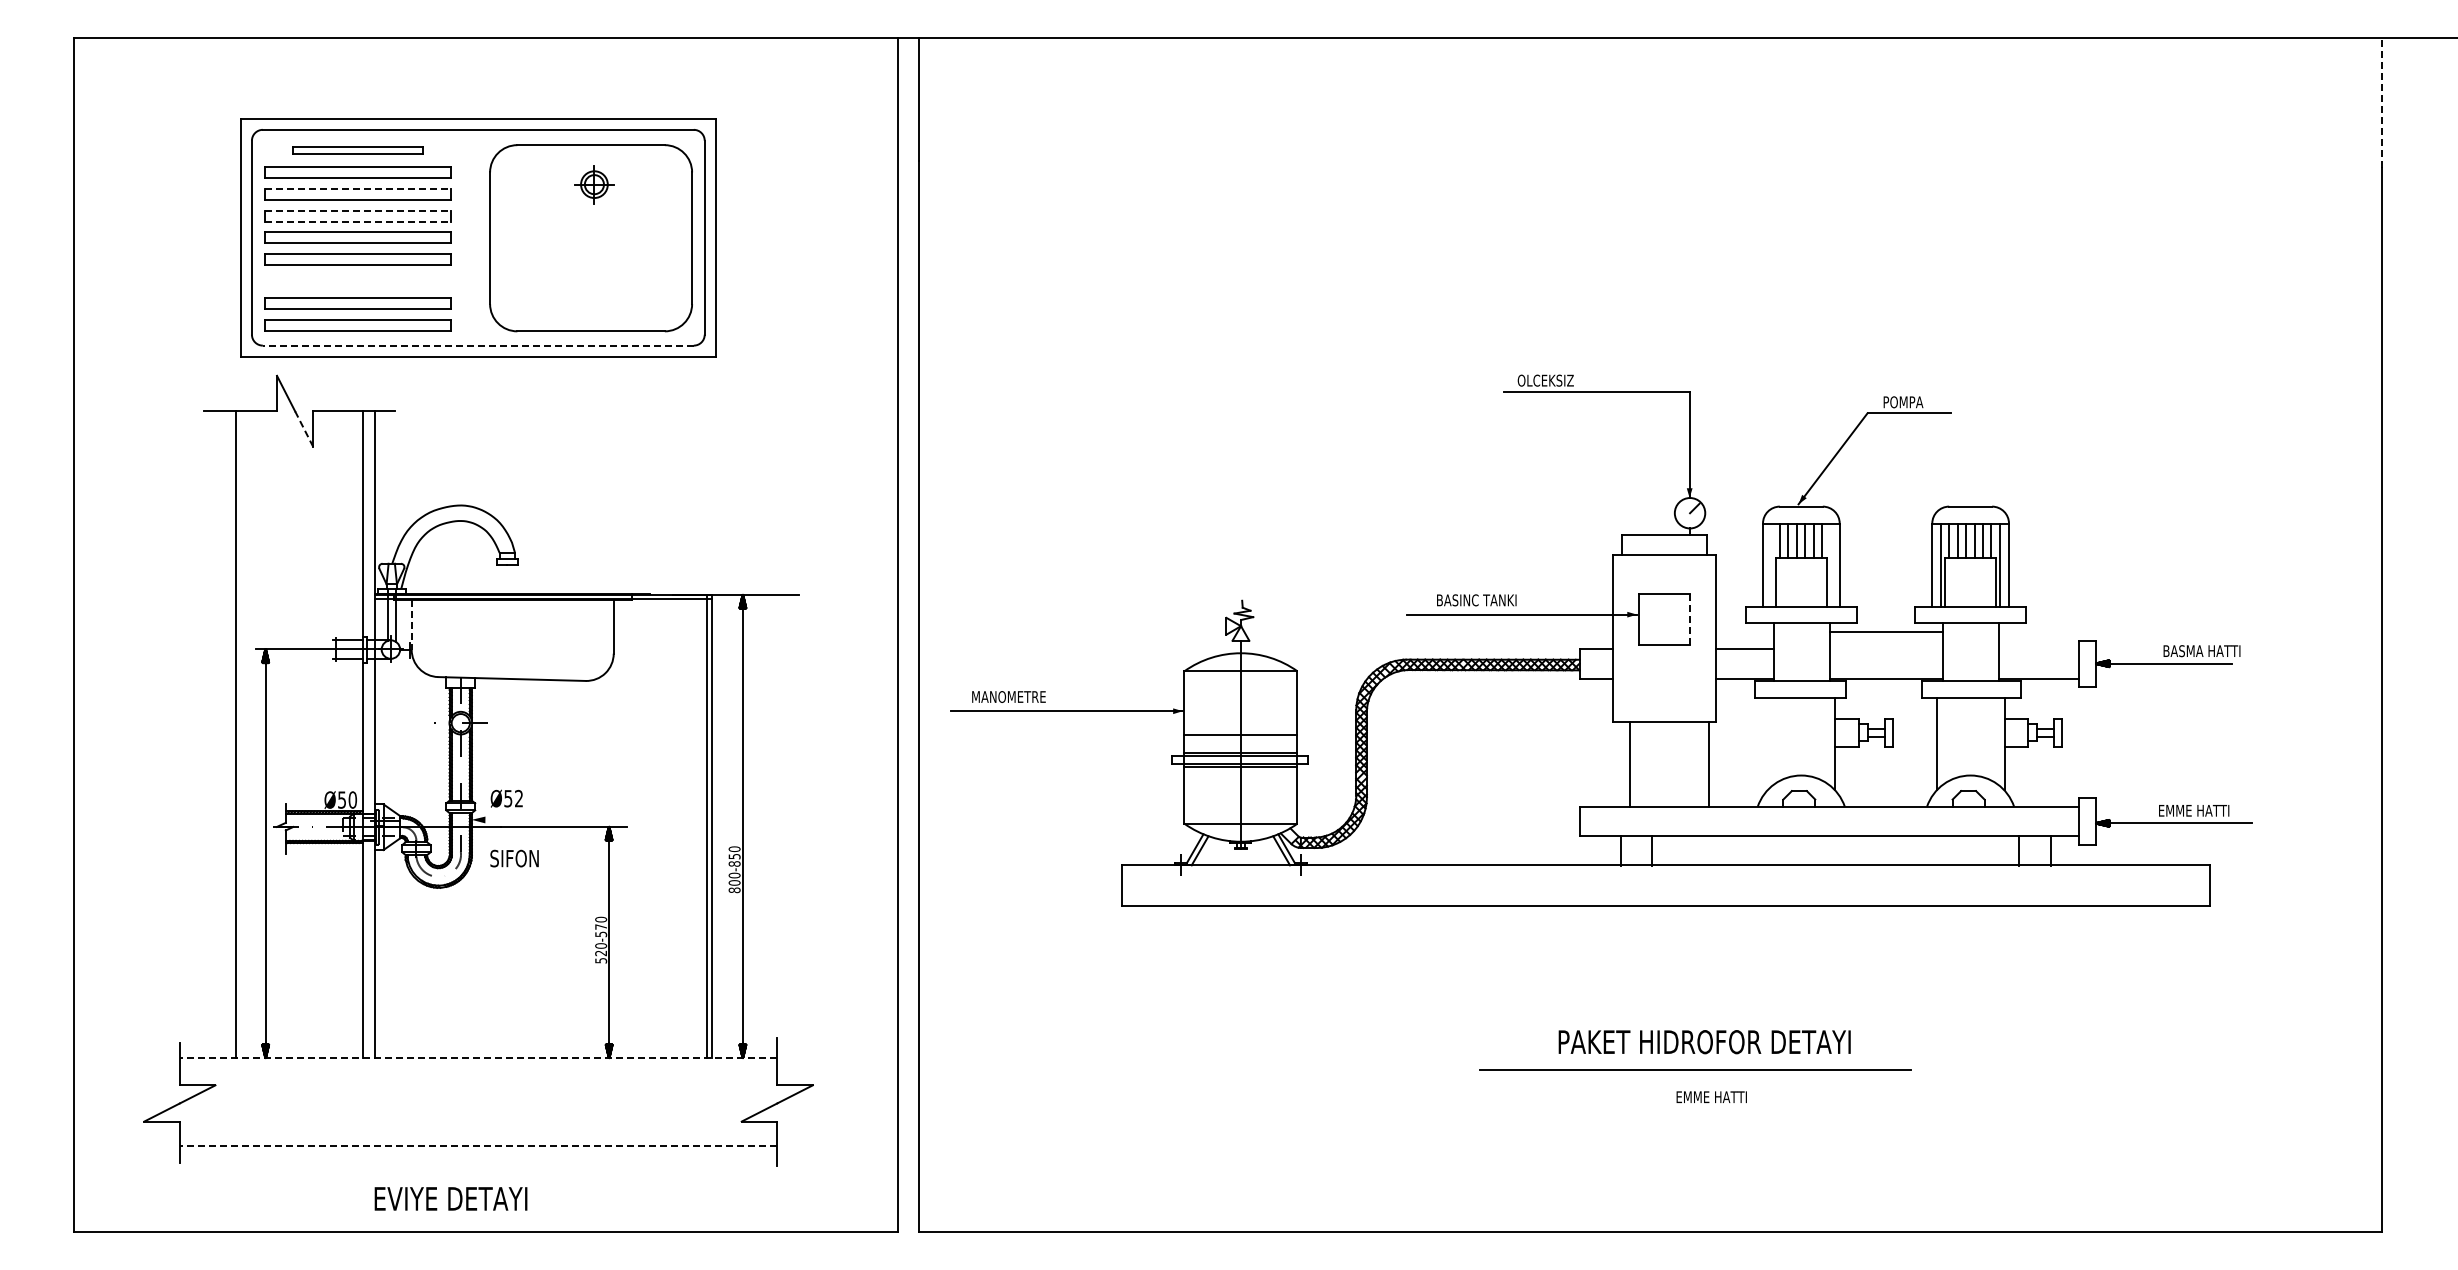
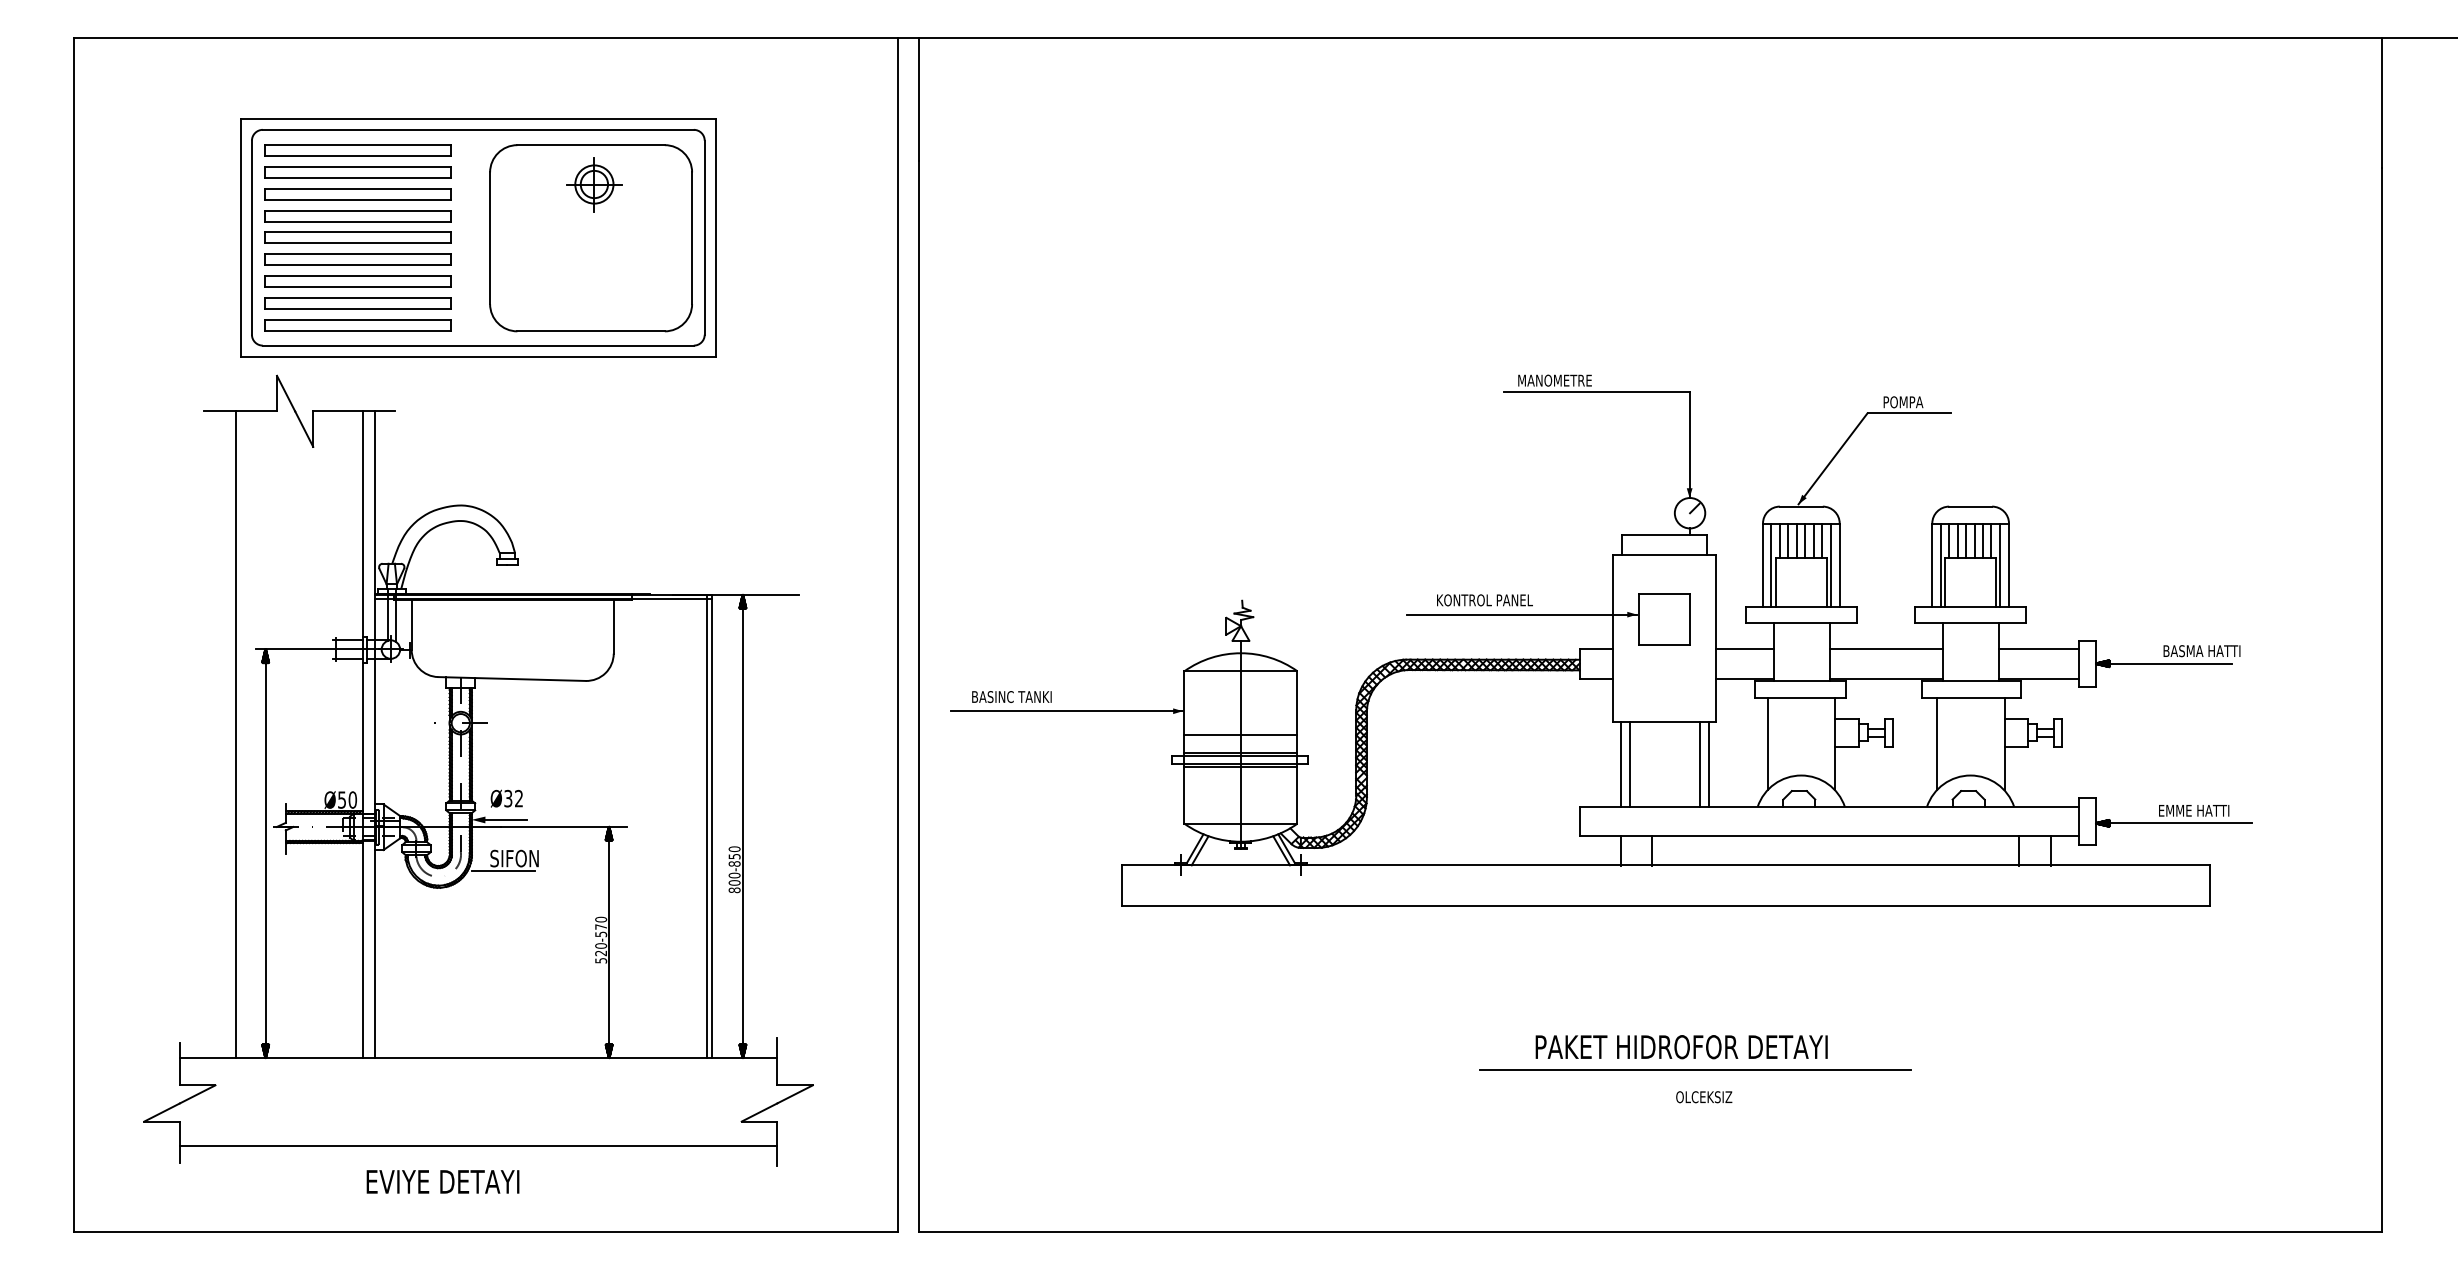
line at (2381, 103): dashed -> solid
part at (357, 150) size: 132x9 px -> 188x13 px
part at (594, 184) size: 41x40 px -> 57x56 px
line at (358, 188): dashed -> solid
line at (358, 210): dashed -> solid
line at (358, 221): dashed -> solid
part at (357, 281): none -> present
line at (477, 345): dashed -> solid
text at (1554, 380): OLCEKSIZ -> MANOMETRE
line at (304, 429): dashed -> solid
line at (1771, 564): none -> present
line at (1830, 564): none -> present
text at (1485, 600): BASINC TANKI -> KONTROL PANEL
line at (1690, 619): dashed -> solid
line at (411, 625): dashed -> solid
line at (1886, 632) position: (1886, 632) -> (1886, 649)
line at (2039, 649): none -> present
text at (1012, 697): MANOMETRE -> BASINC TANKI
line at (1767, 744): none -> present
line at (1621, 763): none -> present
line at (1700, 763): none -> present
text at (508, 797): Ø52 -> Ø32
line at (506, 819): none -> present
line at (502, 870): none -> present
text at (1704, 1042) position: (1704, 1042) -> (1681, 1047)
line at (478, 1057): dashed -> solid
text at (1711, 1097): EMME HATTI -> OLCEKSIZ
line at (478, 1146): dashed -> solid
text at (450, 1198) position: (450, 1198) -> (442, 1181)
